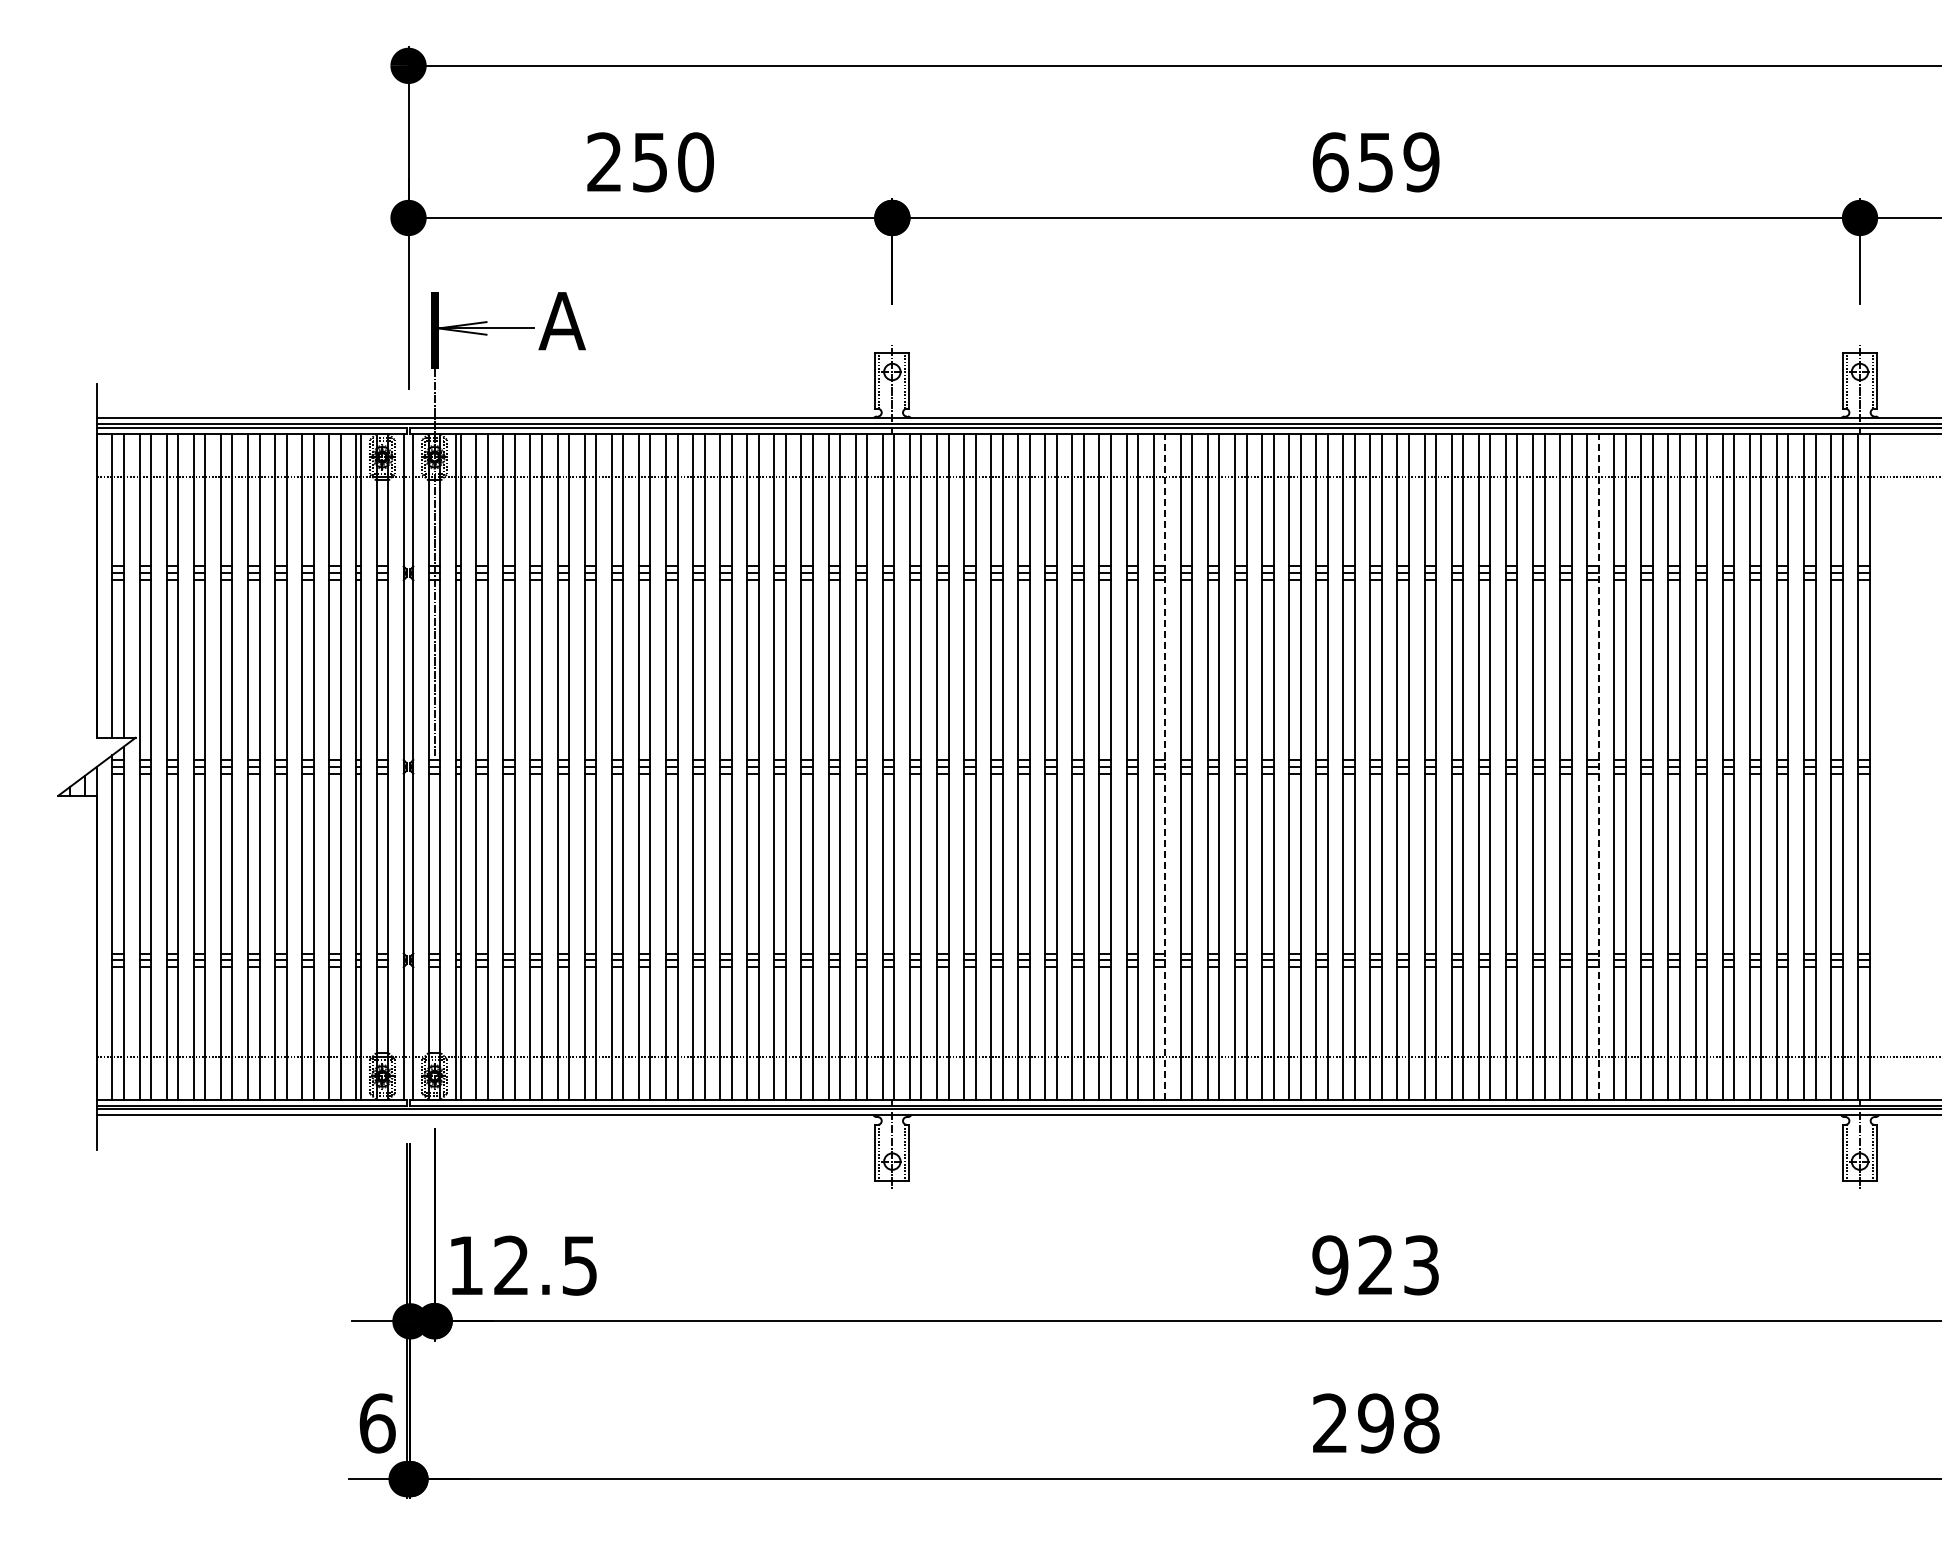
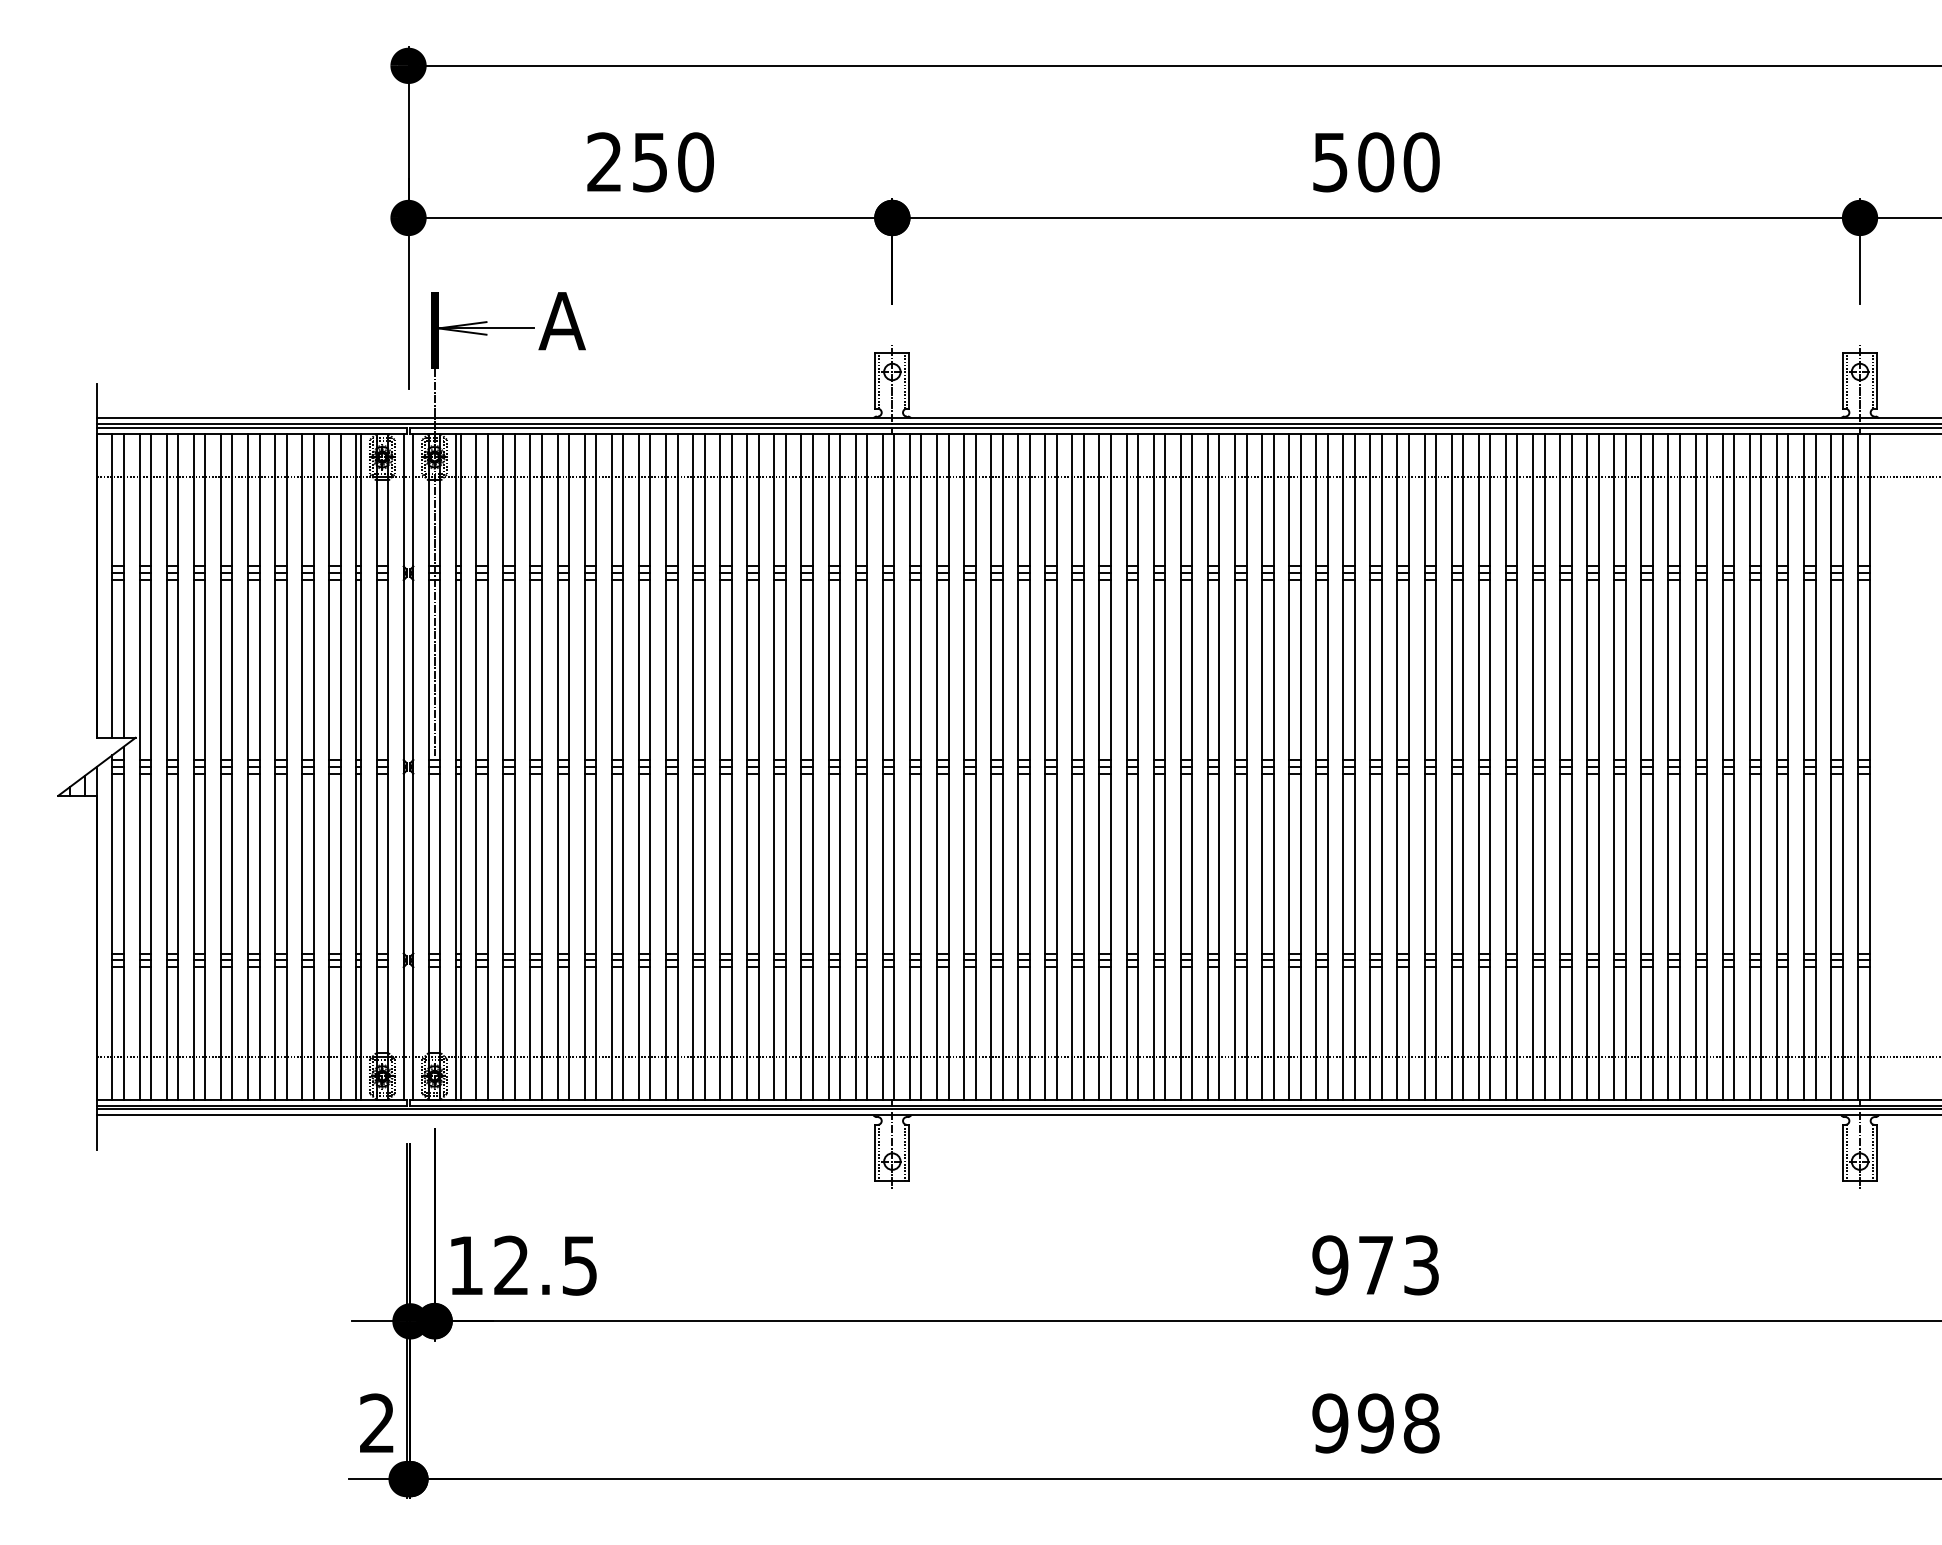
text at (1375, 162): 659 -> 500
line at (1165, 766): dashed -> solid
line at (1598, 766): dashed -> solid
text at (1375, 1264): 923 -> 973
text at (377, 1423): 6 -> 2
text at (1330, 1423): 298 -> 998
